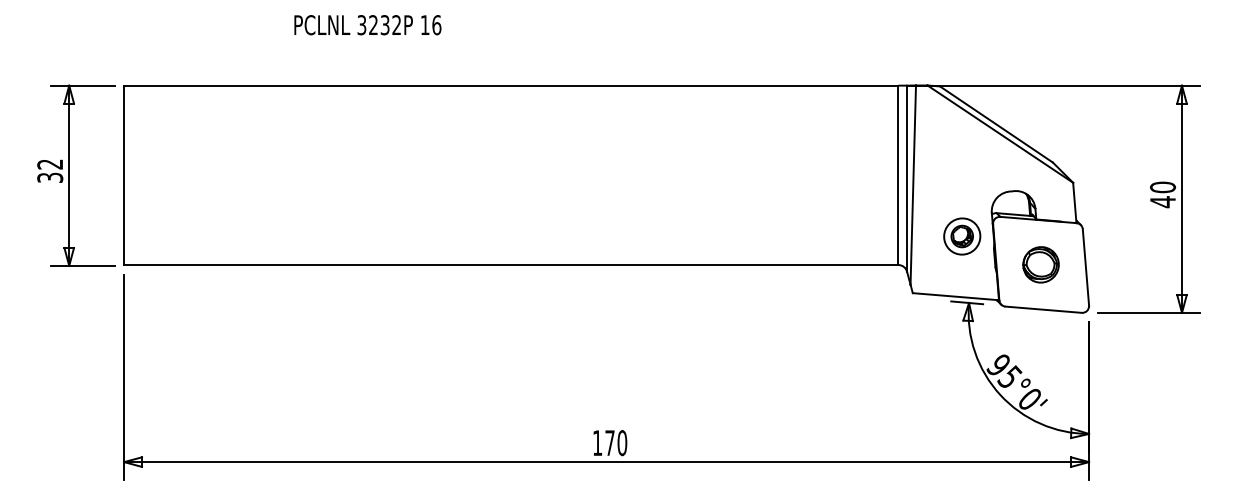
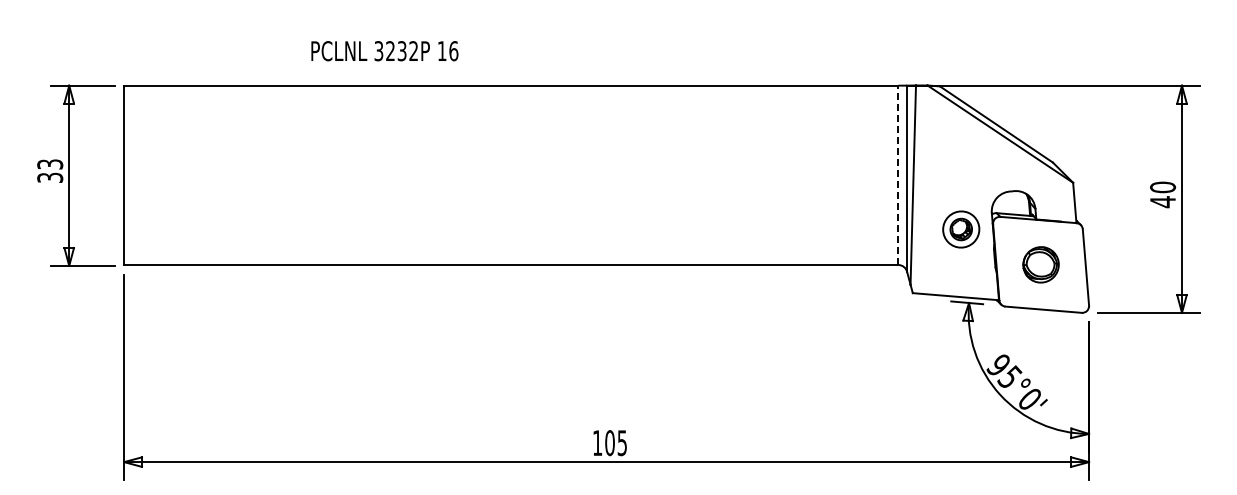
text at (367, 25) position: (367, 25) -> (384, 51)
text at (50, 164): 32 -> 33
line at (898, 175): solid -> dashed
part at (962, 236) position: (962, 236) -> (961, 229)
text at (616, 443): 170 -> 105
